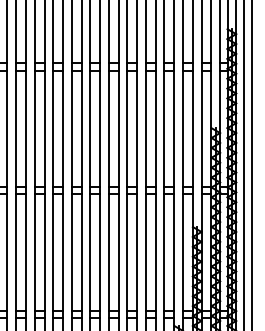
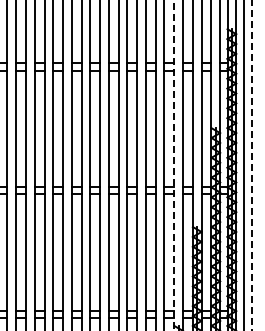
line at (174, 165): solid -> dashed
line at (251, 165): solid -> dashed
